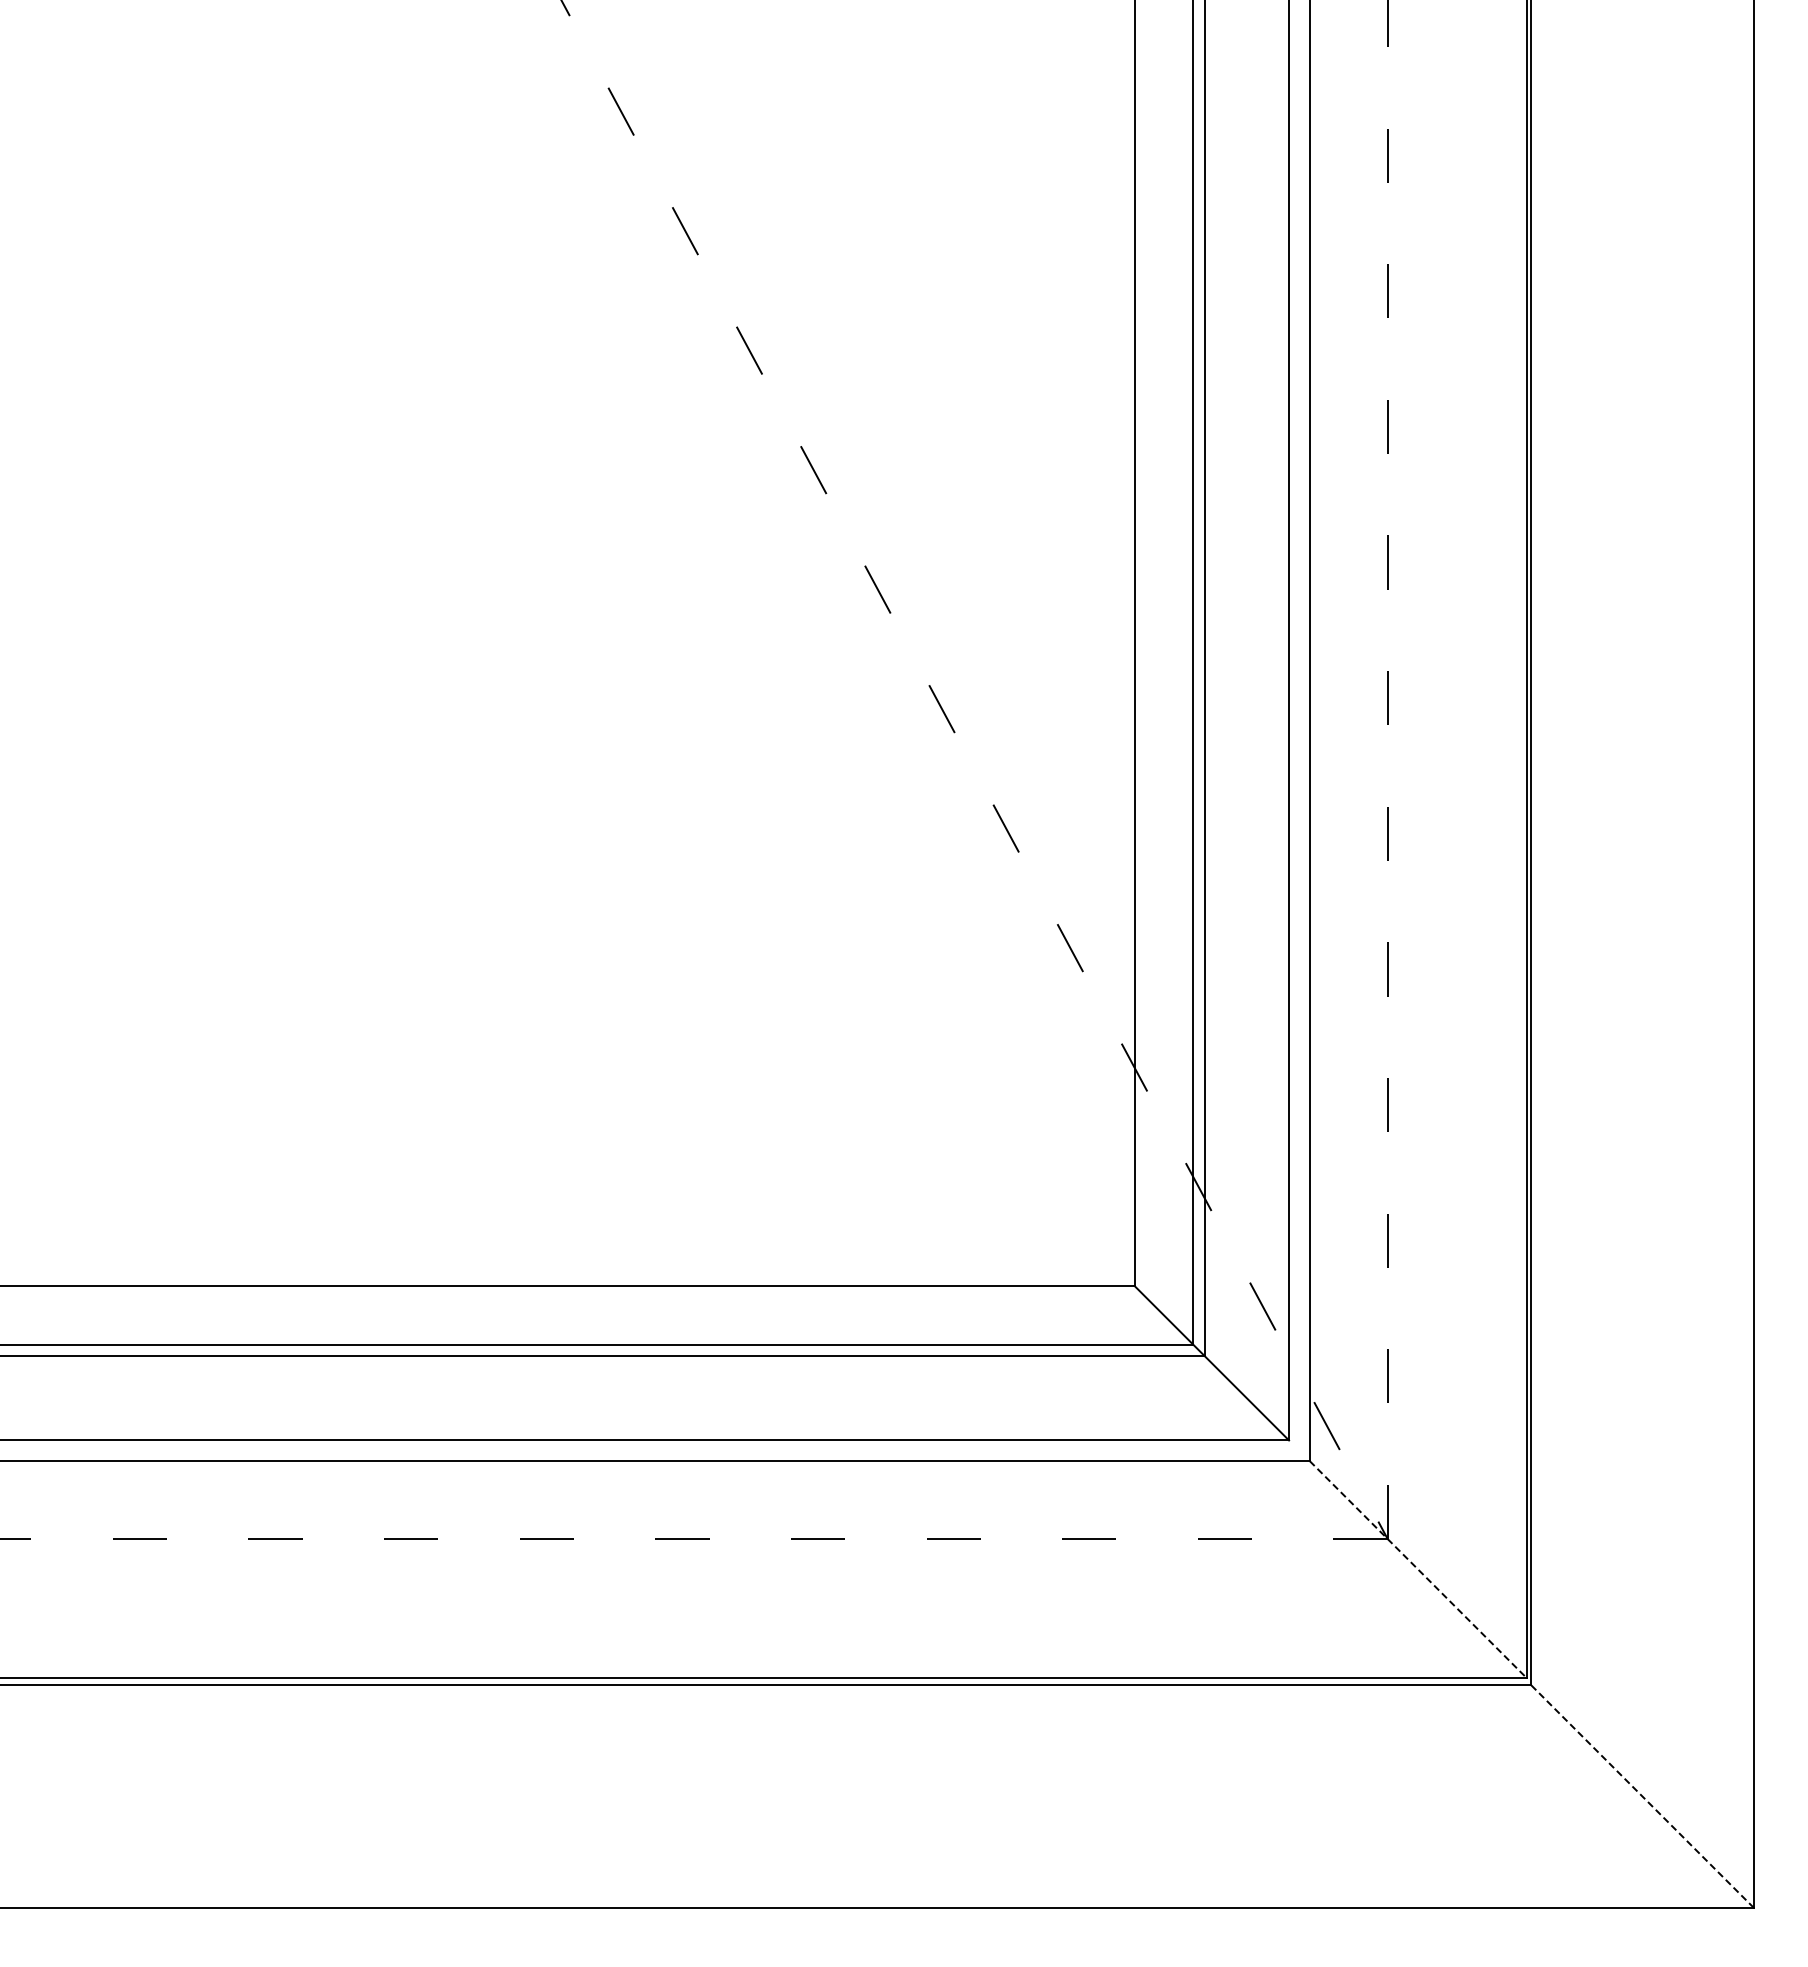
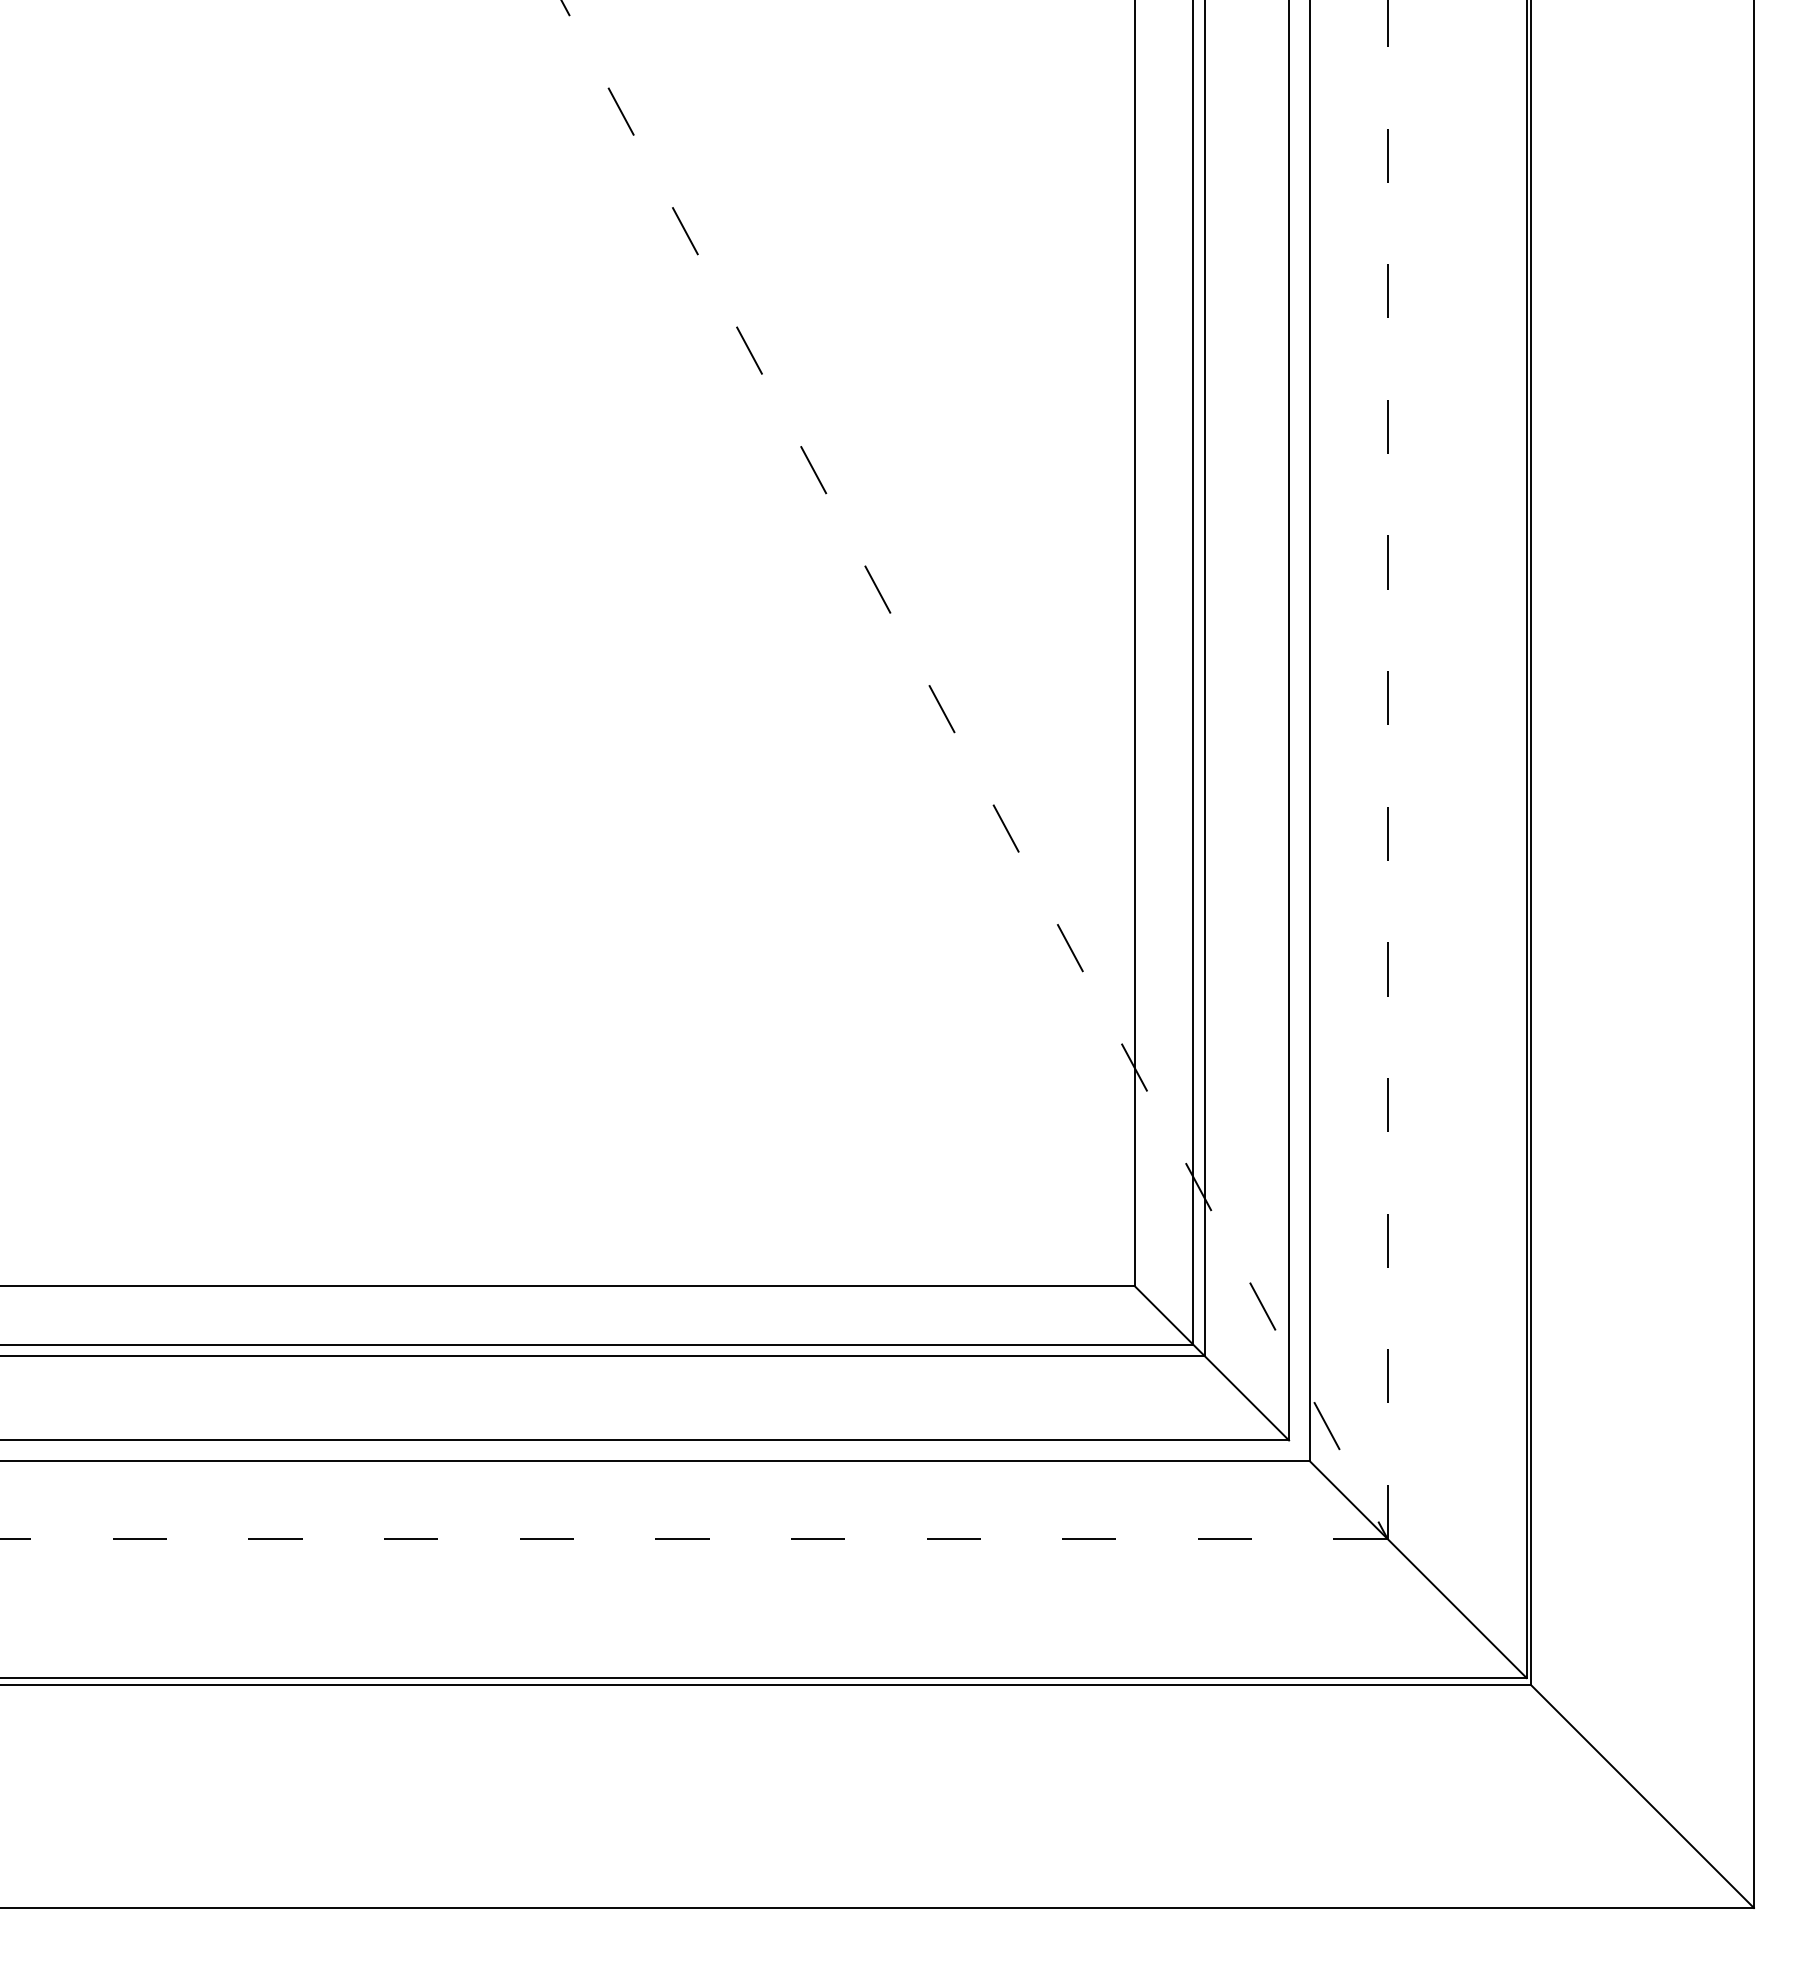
line at (1418, 1569): dashed -> solid
line at (1643, 1797): dashed -> solid
